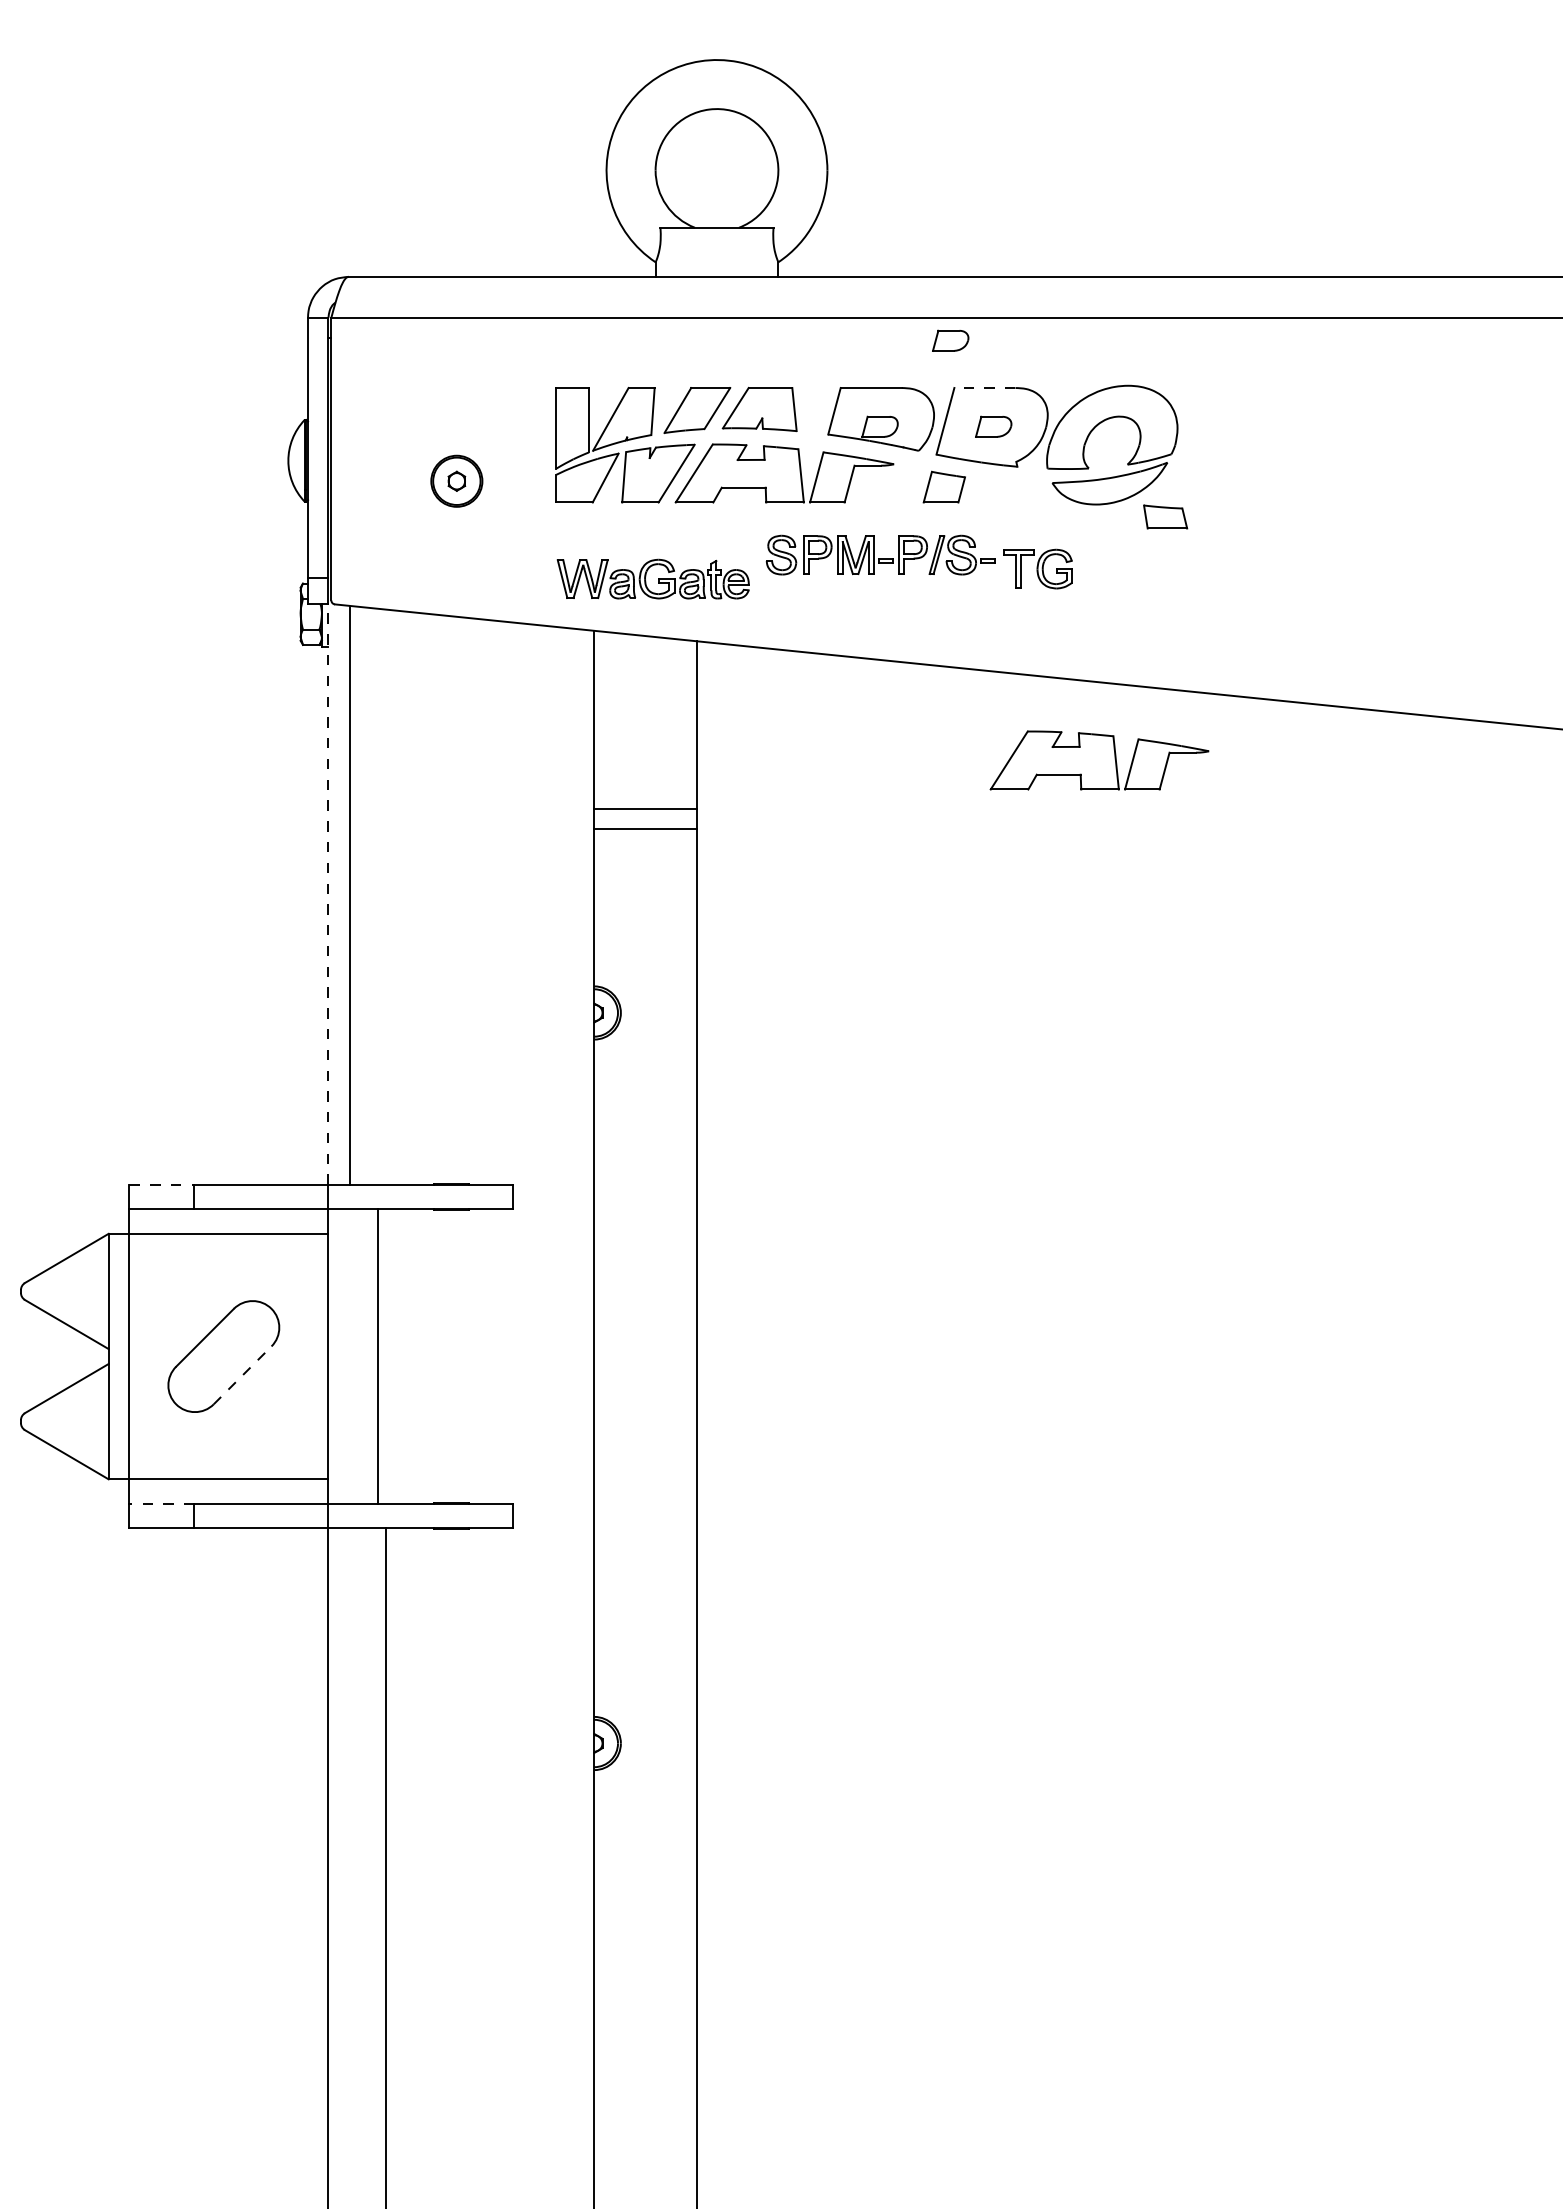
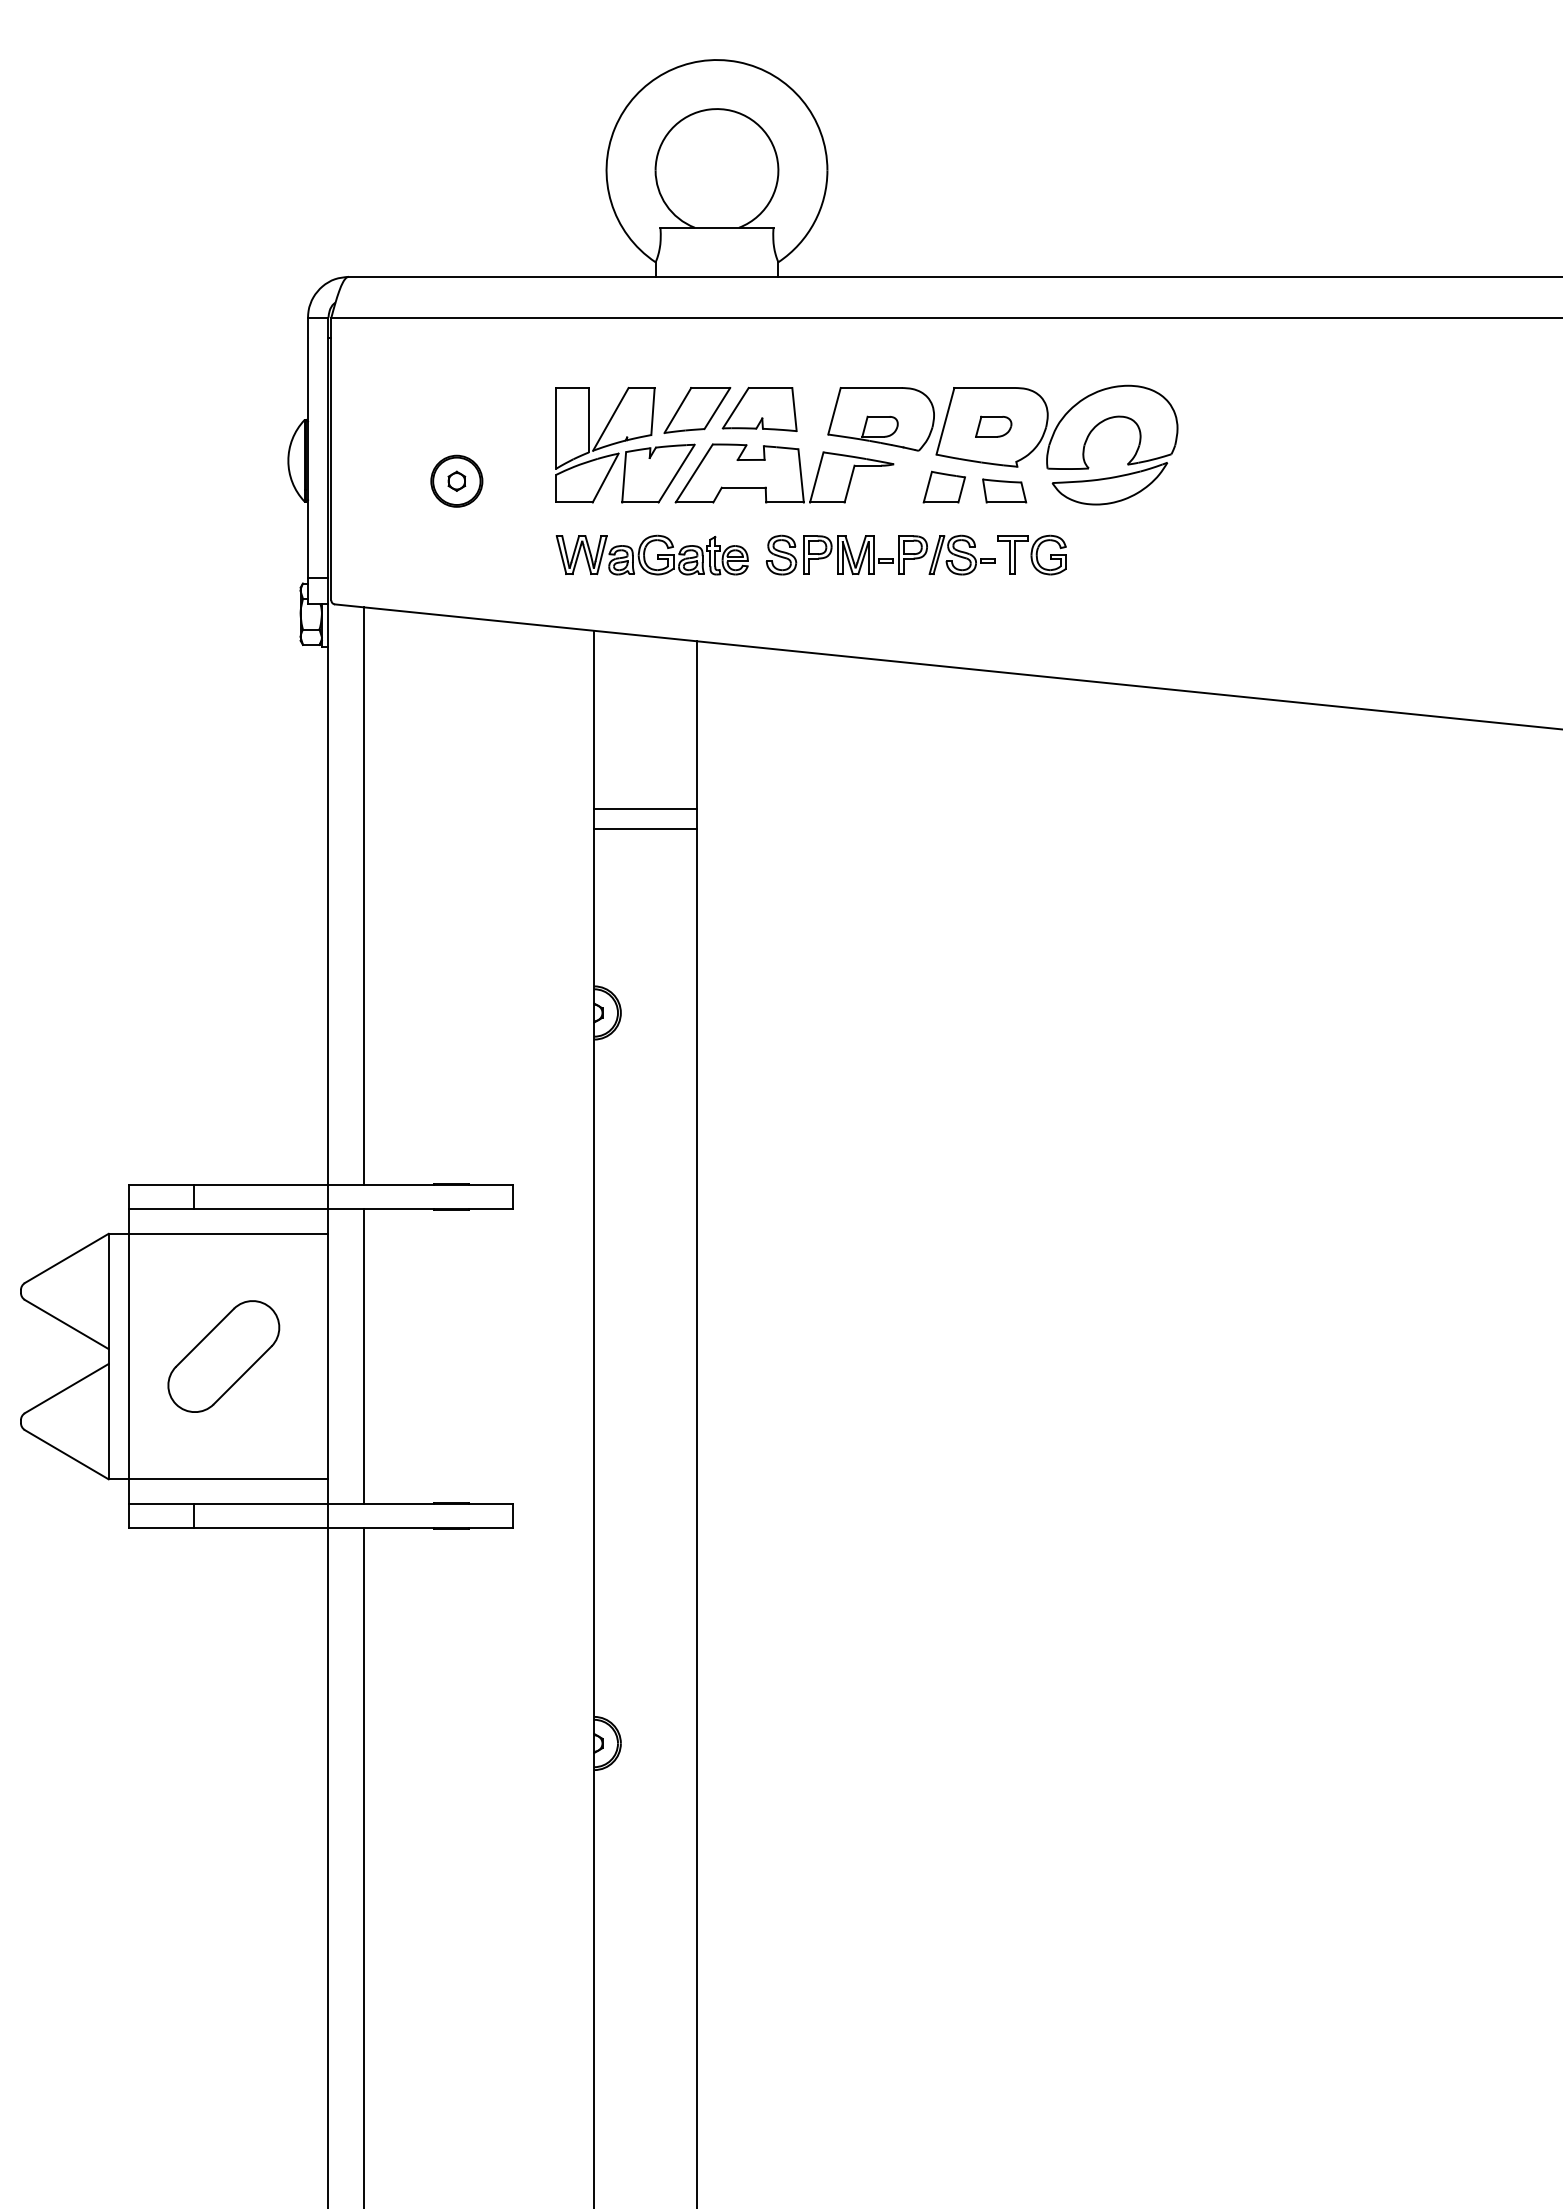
part at (950, 340): present -> none
line at (984, 388): dashed -> solid
part at (1165, 516) position: (1165, 516) -> (1004, 490)
part at (1037, 568) position: (1037, 568) -> (1031, 554)
part at (652, 578) position: (652, 578) -> (651, 554)
part at (1099, 760): present -> none
line at (328, 893): dashed -> solid
line at (350, 895) position: (350, 895) -> (364, 895)
line at (161, 1184): dashed -> solid
line at (378, 1356) position: (378, 1356) -> (364, 1356)
line at (242, 1375): dashed -> solid
line at (161, 1503): dashed -> solid
line at (386, 1866) position: (386, 1866) -> (364, 1866)
